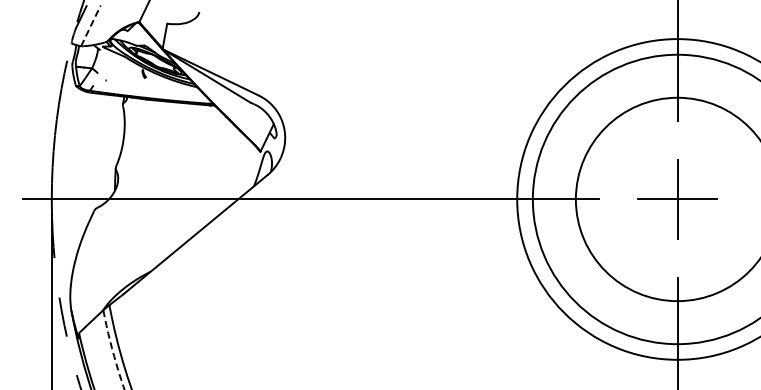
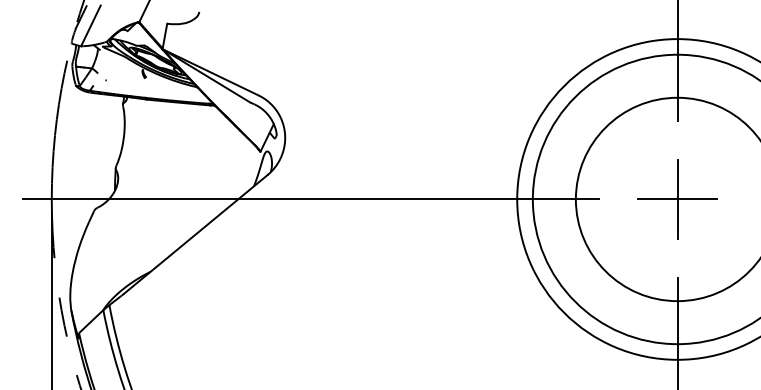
line at (90, 25): dashed -> solid
arc at (112, 350): dashed -> solid
